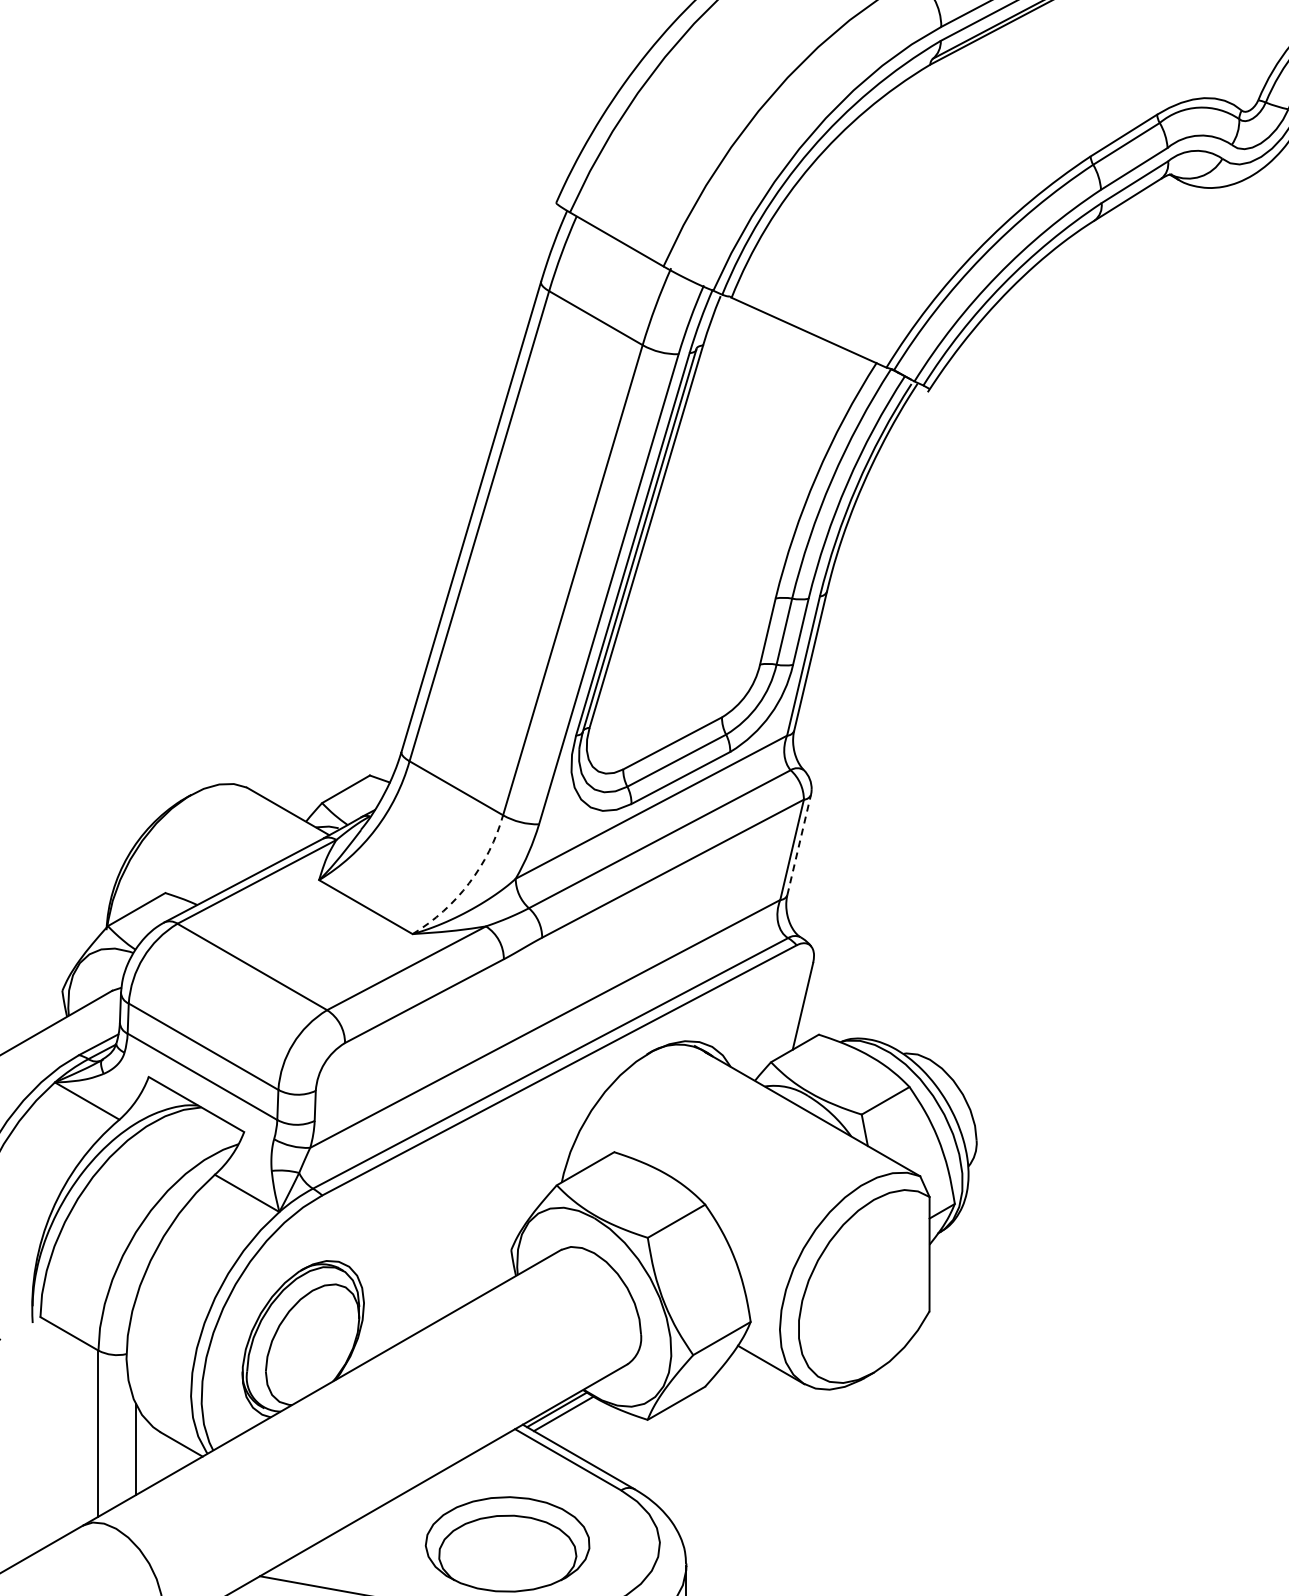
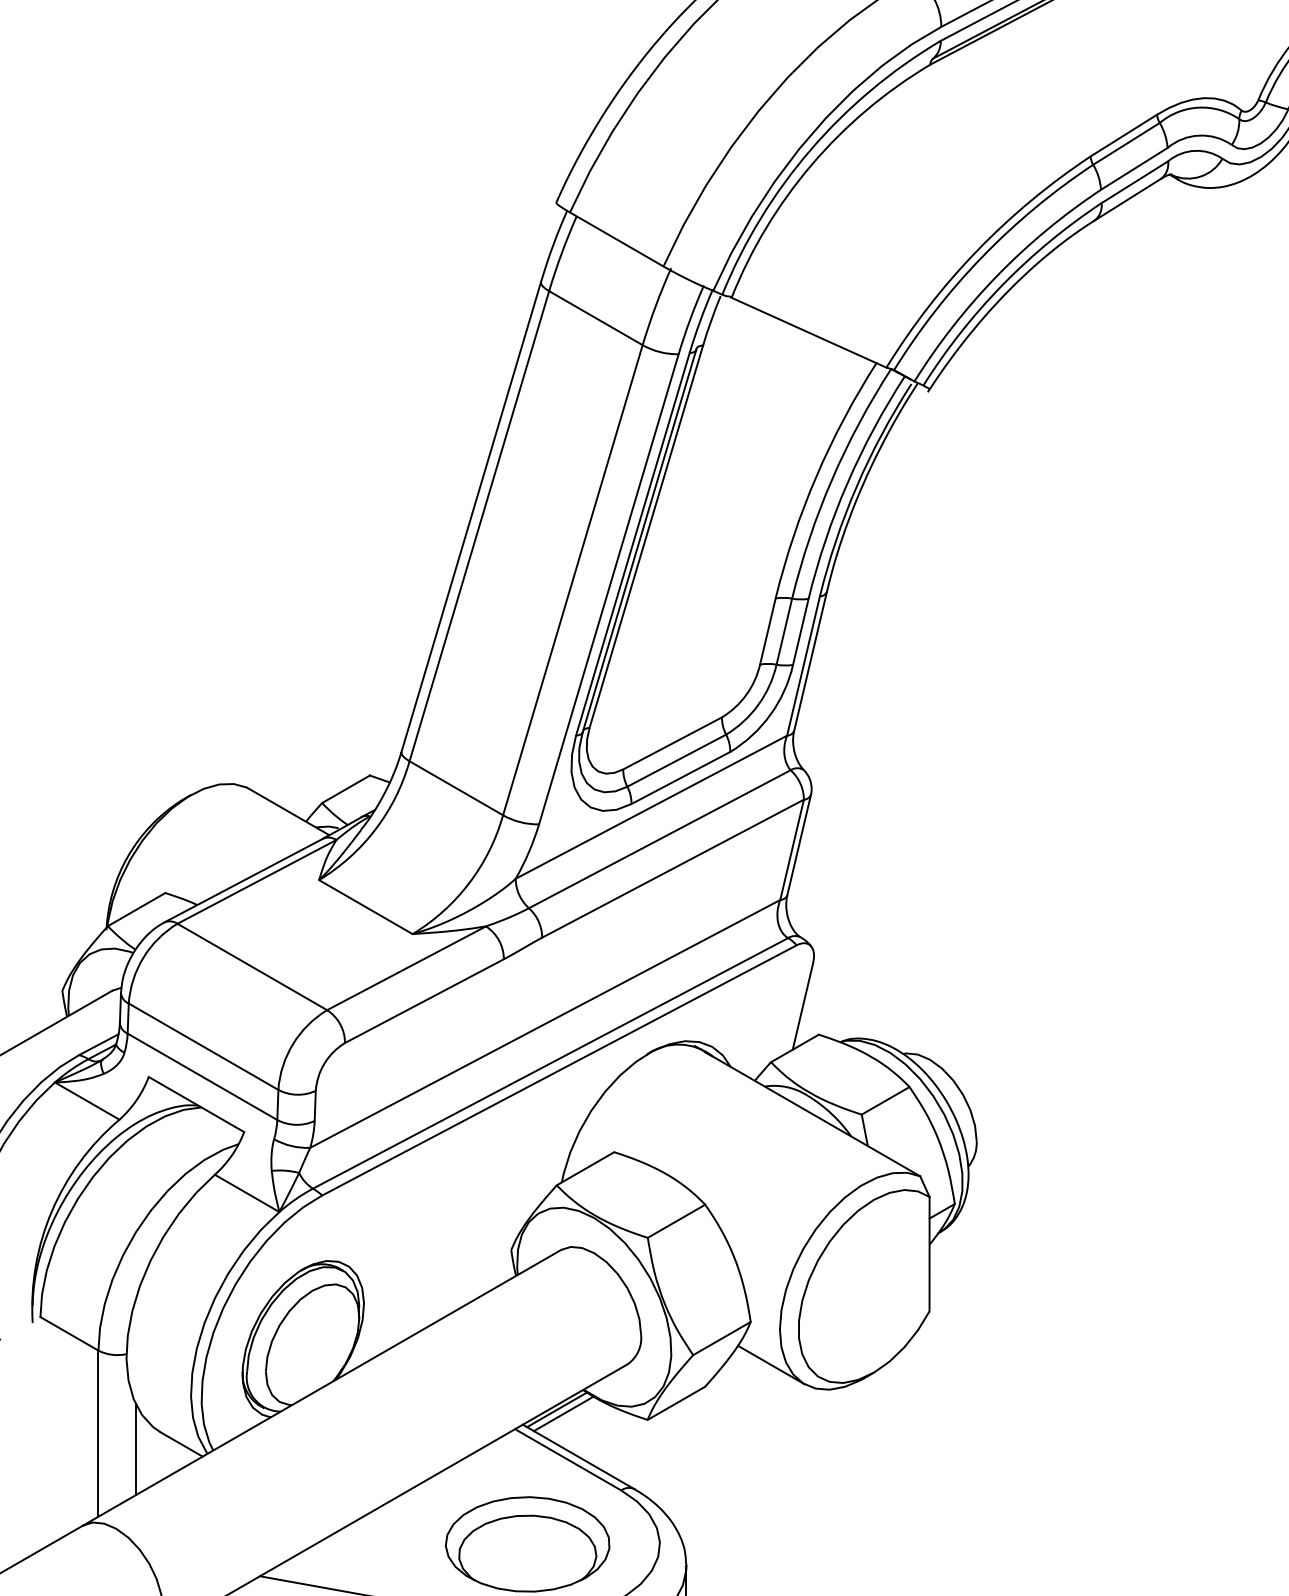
line at (799, 845): dashed -> solid
arc at (469, 883): dashed -> solid
part at (507, 1544) position: (507, 1544) -> (527, 1544)
